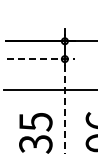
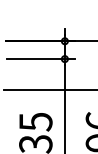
line at (41, 59): dashed -> solid
line at (64, 109): dashed -> solid
